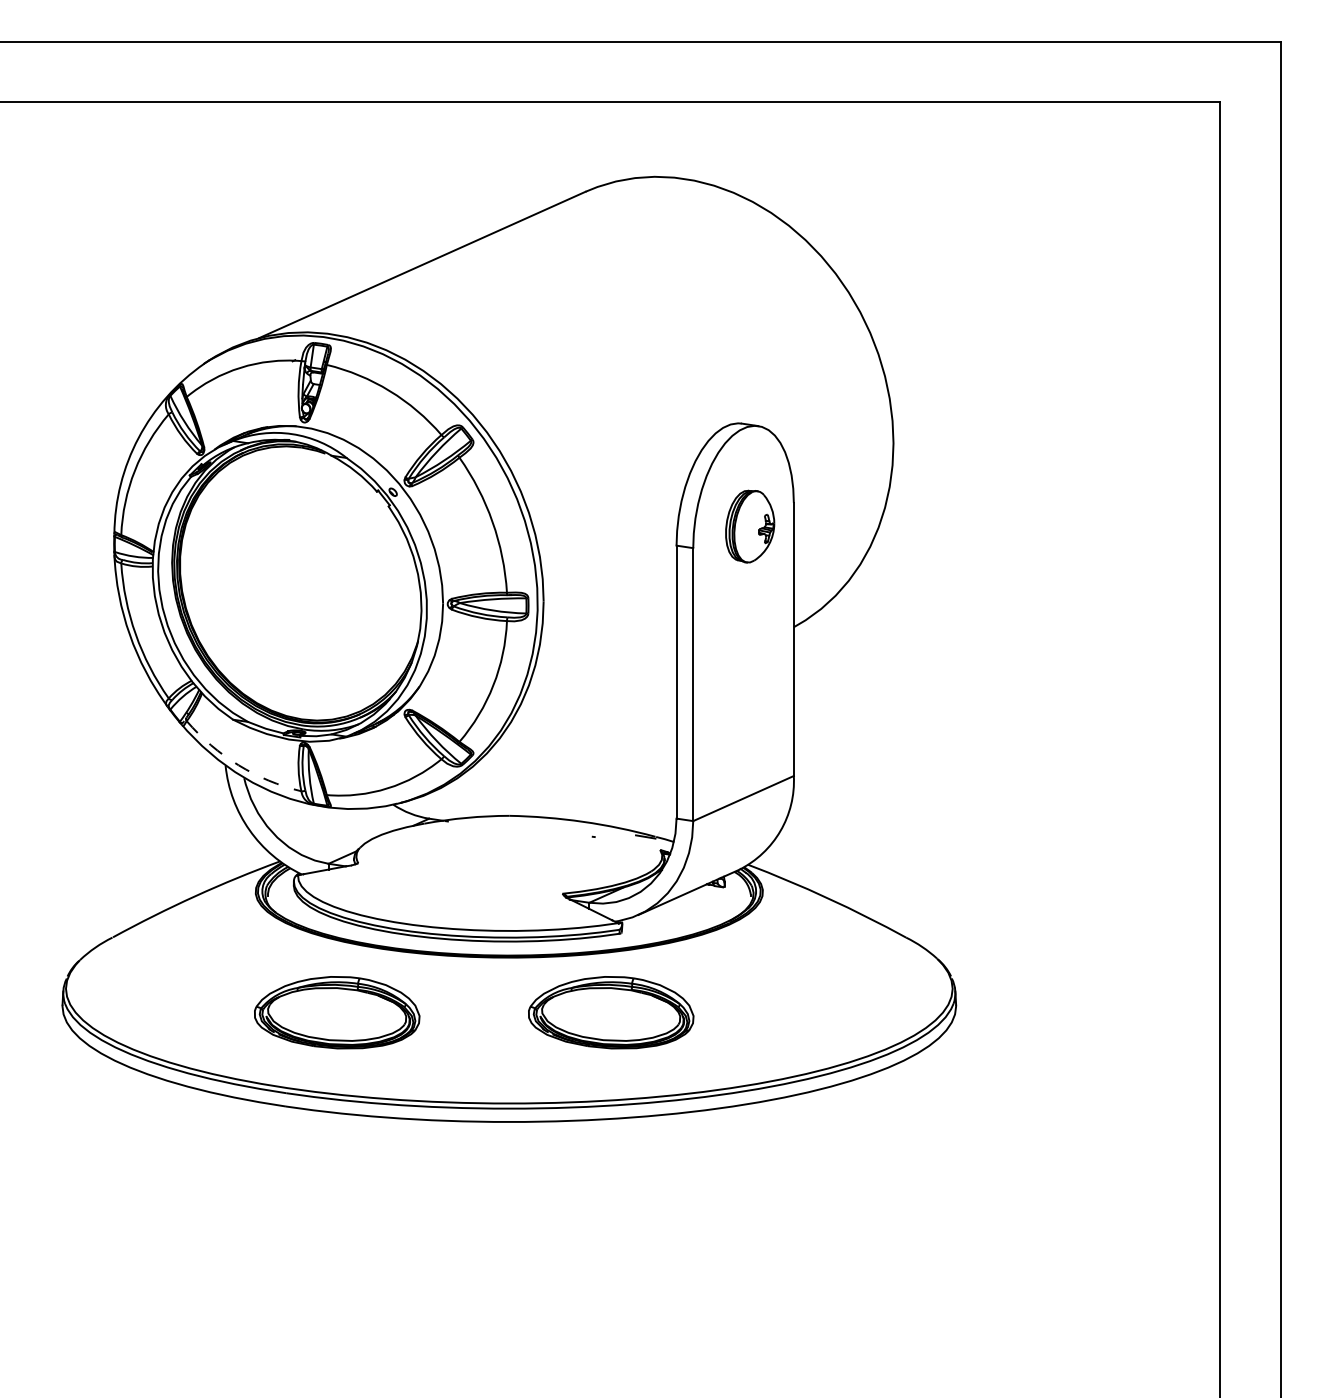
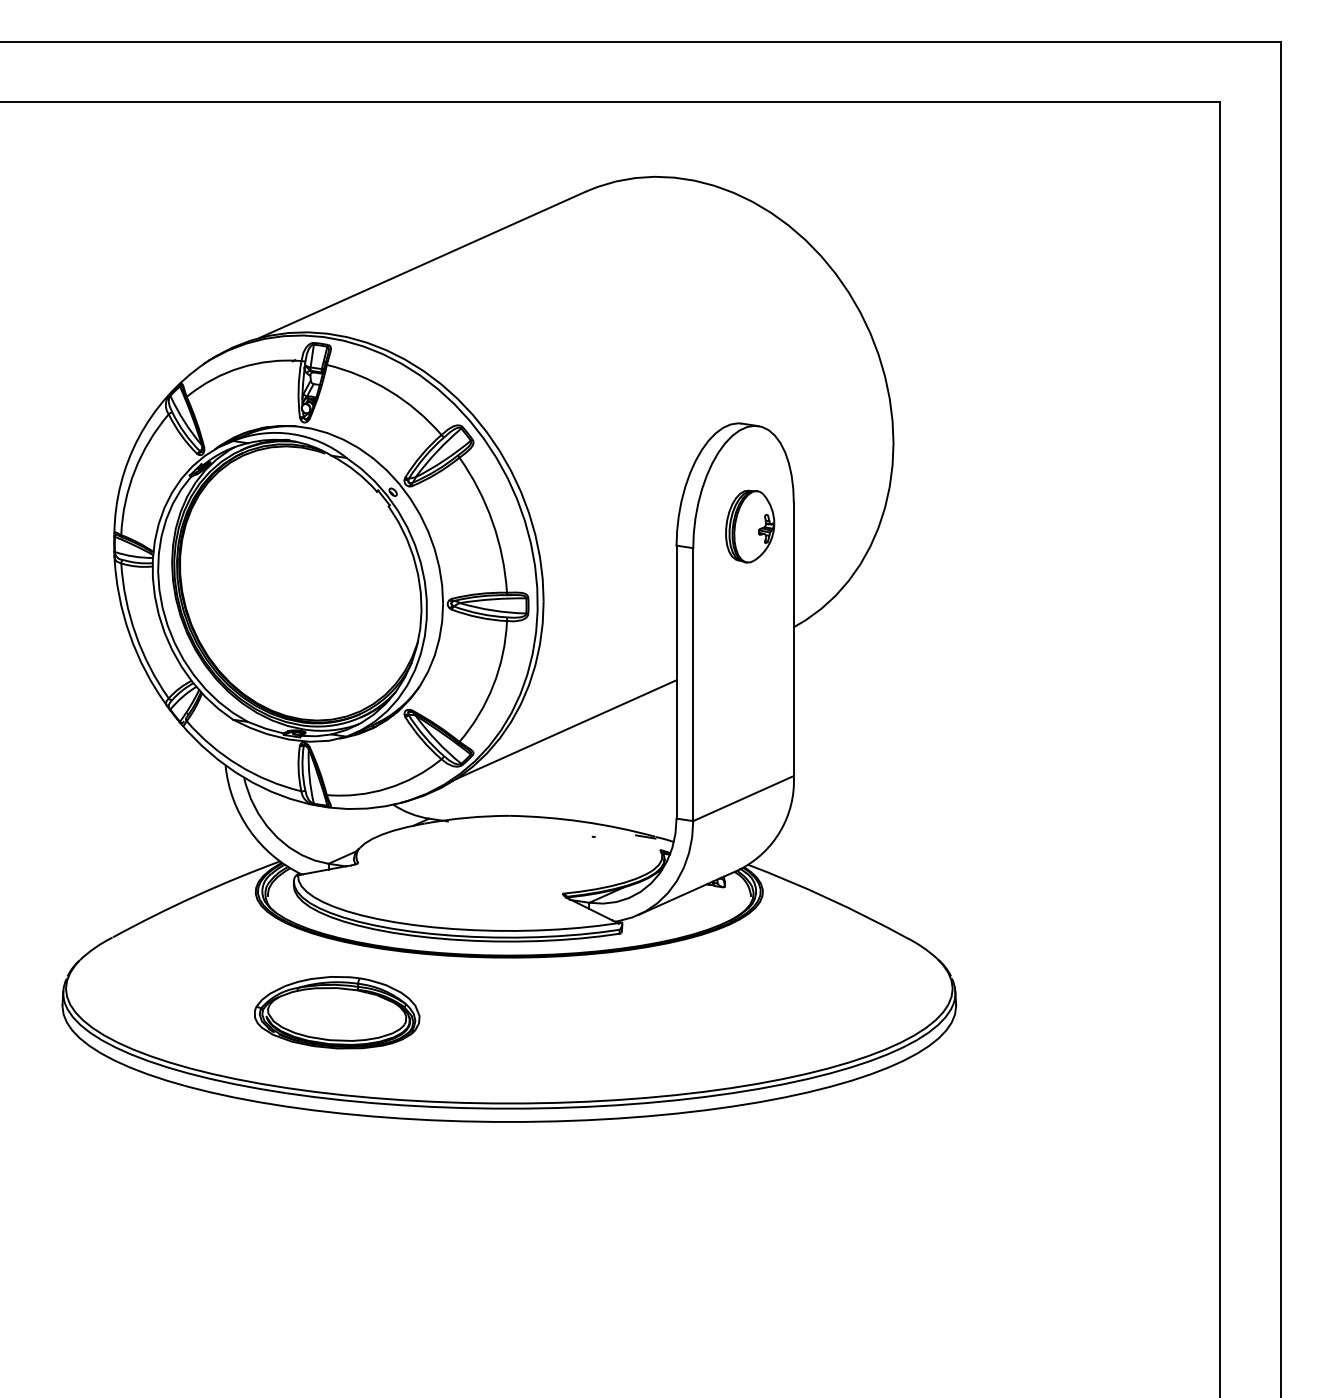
line at (566, 729): none -> present
arc at (238, 765): dashed -> solid
part at (611, 1012): present -> none
